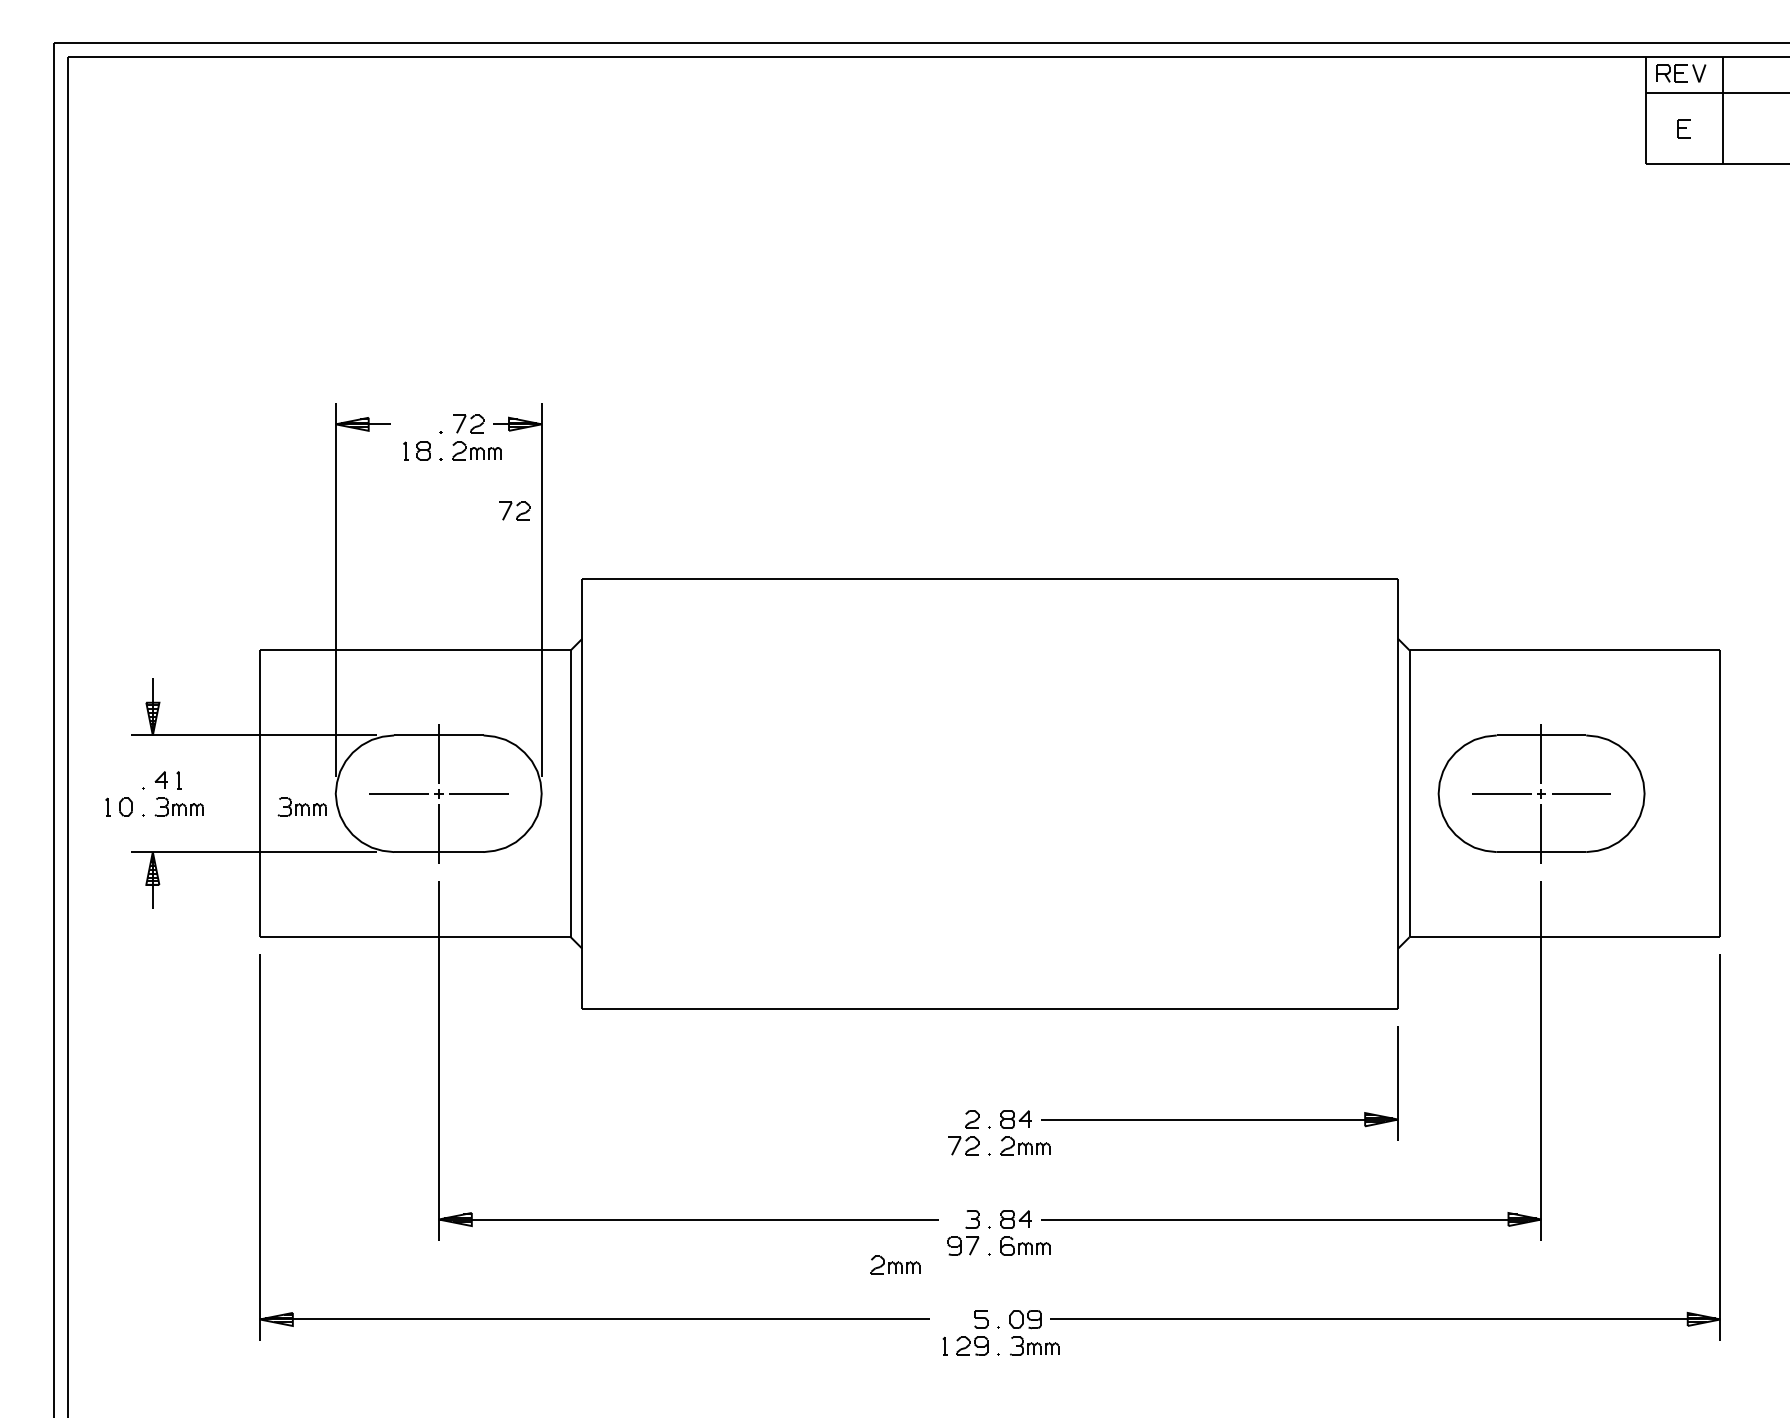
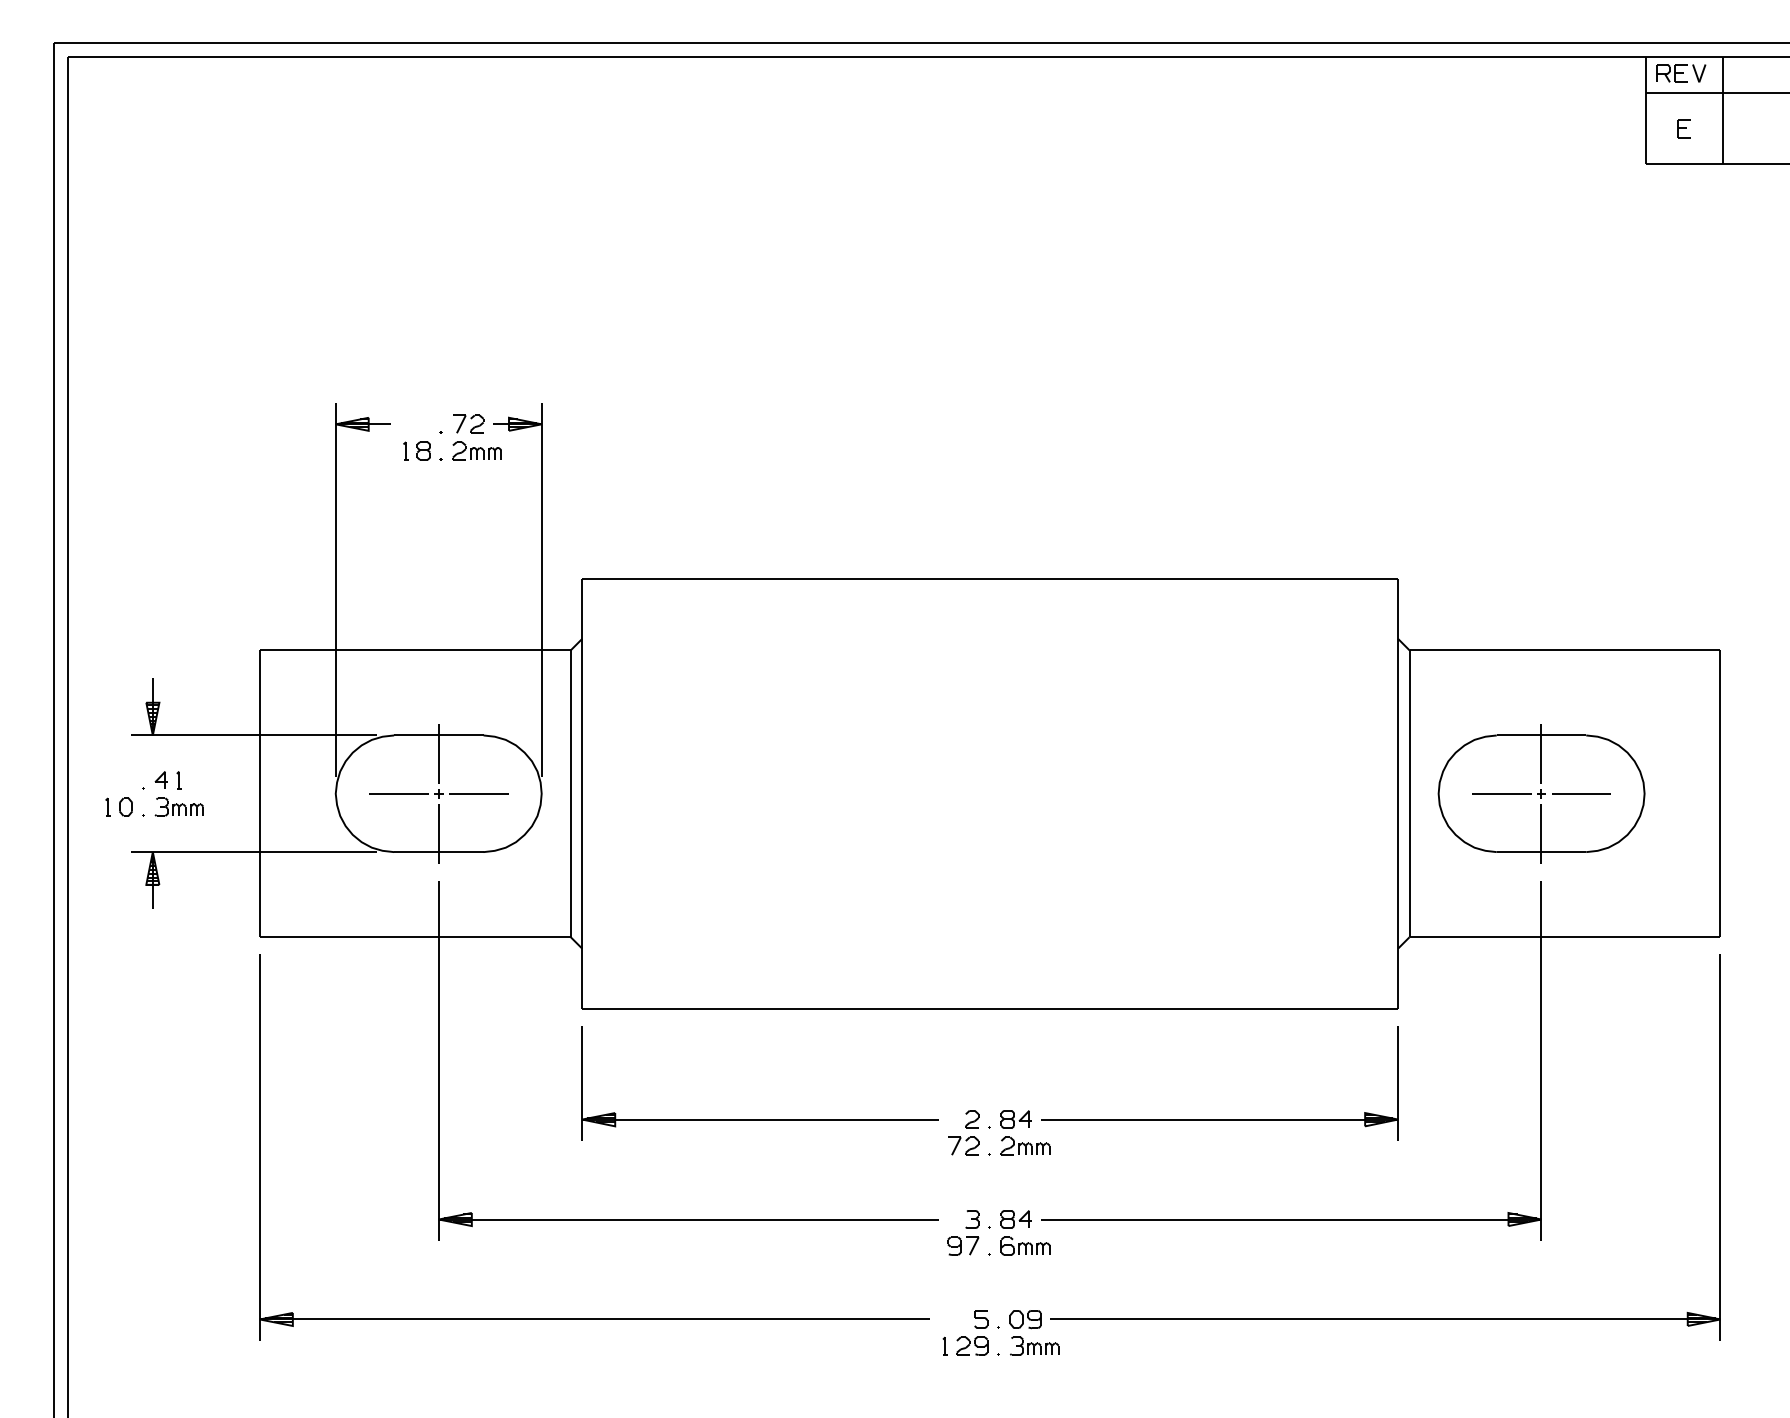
part at (514, 510): present -> none
part at (301, 806): present -> none
part at (759, 1119): none -> present
part at (895, 1264): present -> none
